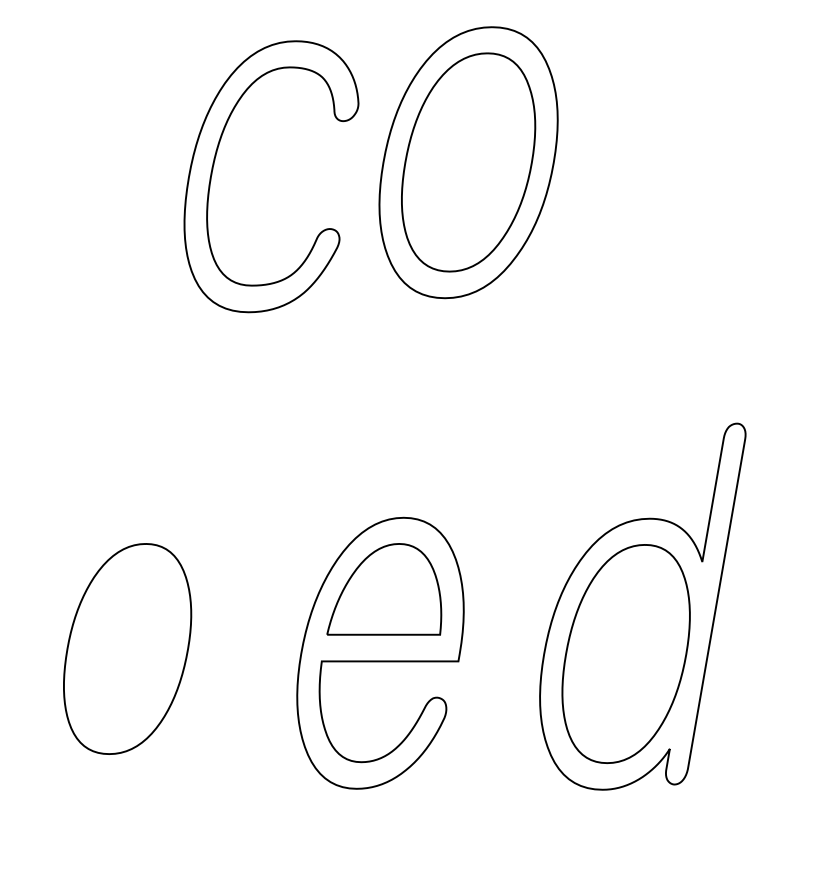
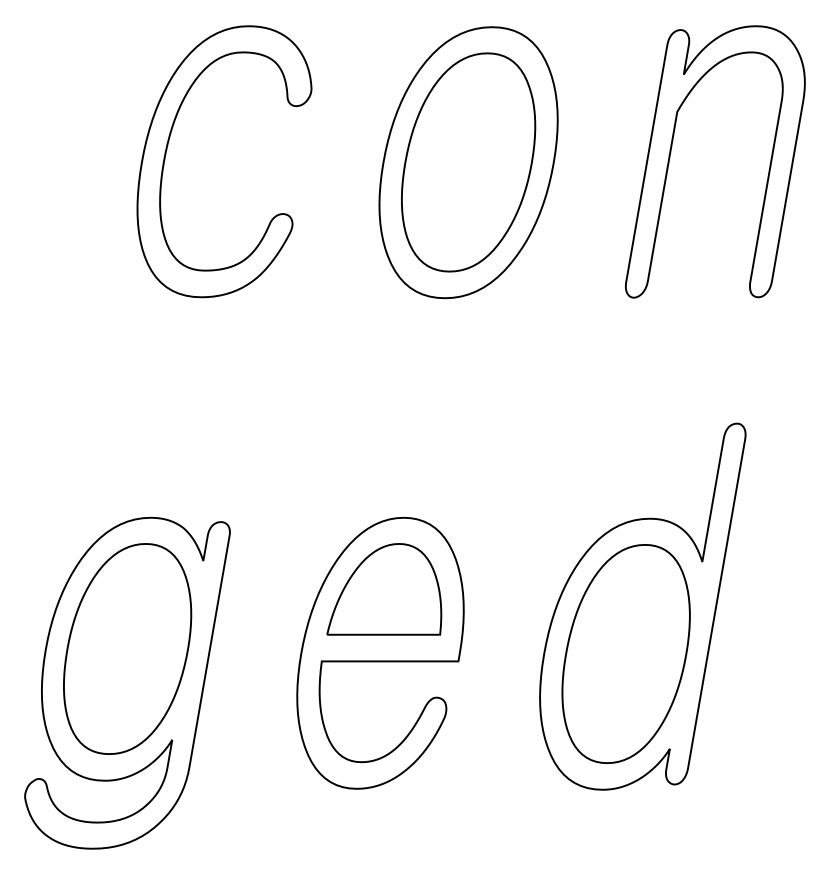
part at (671, 152): none -> present
part at (214, 165) position: (214, 165) -> (167, 150)
part at (127, 682): none -> present
